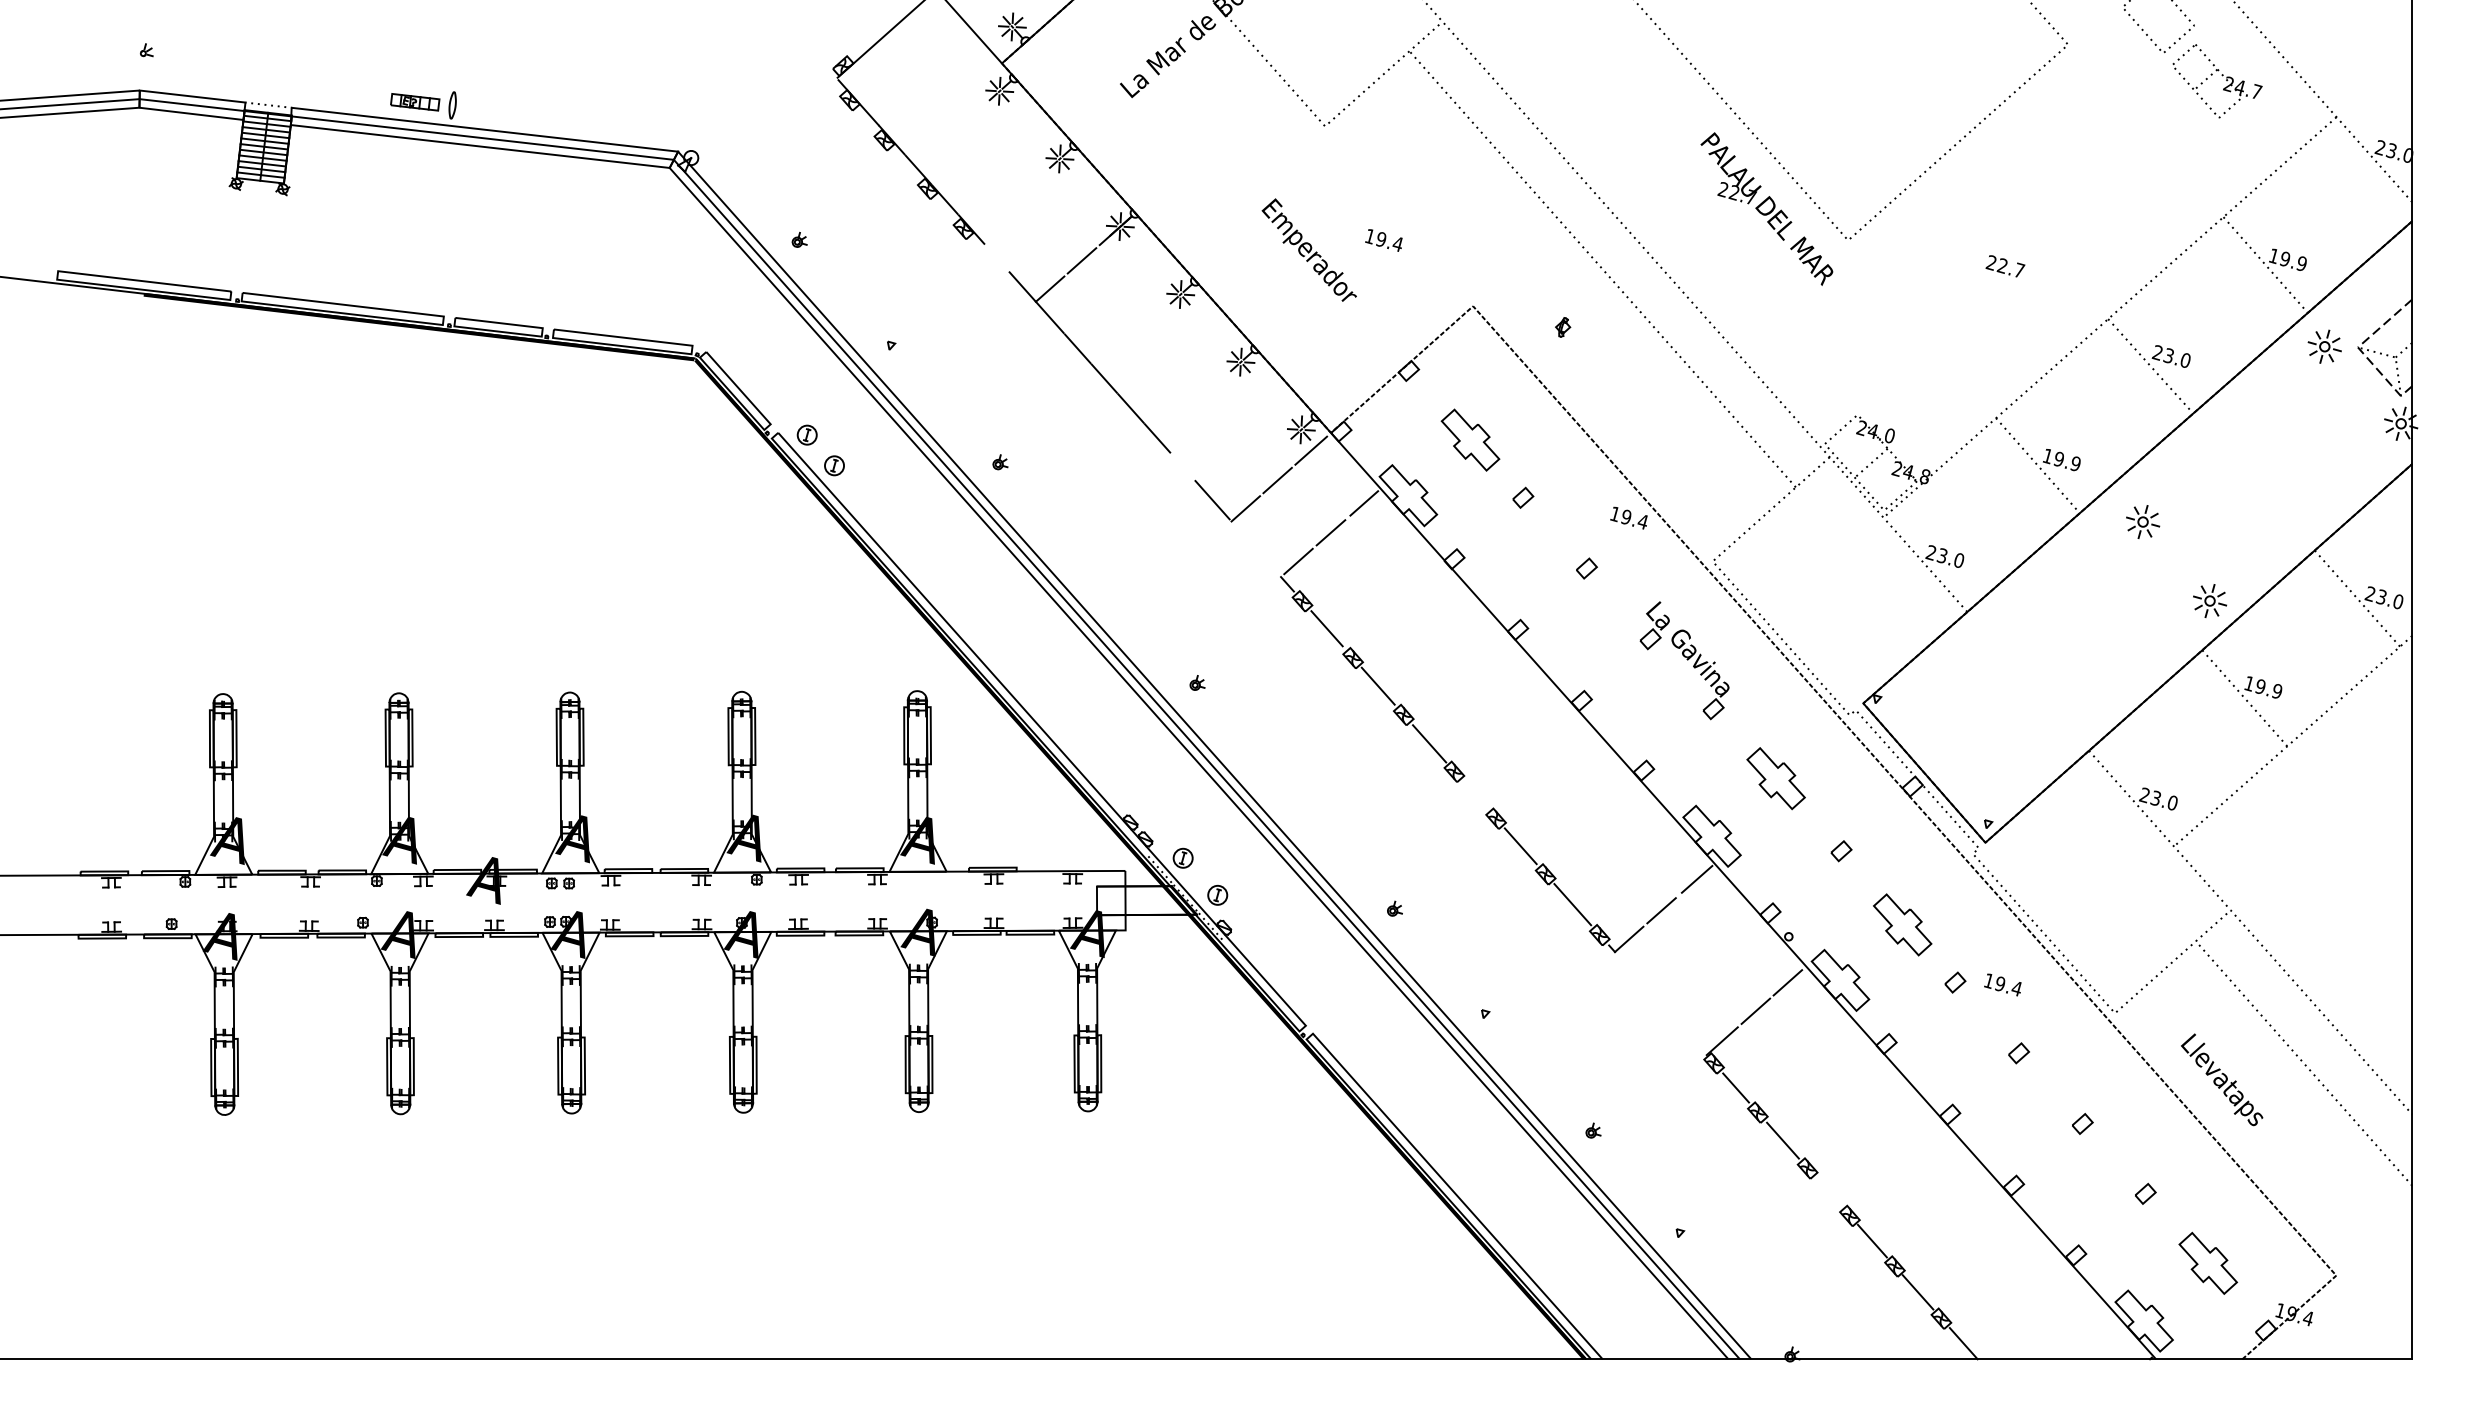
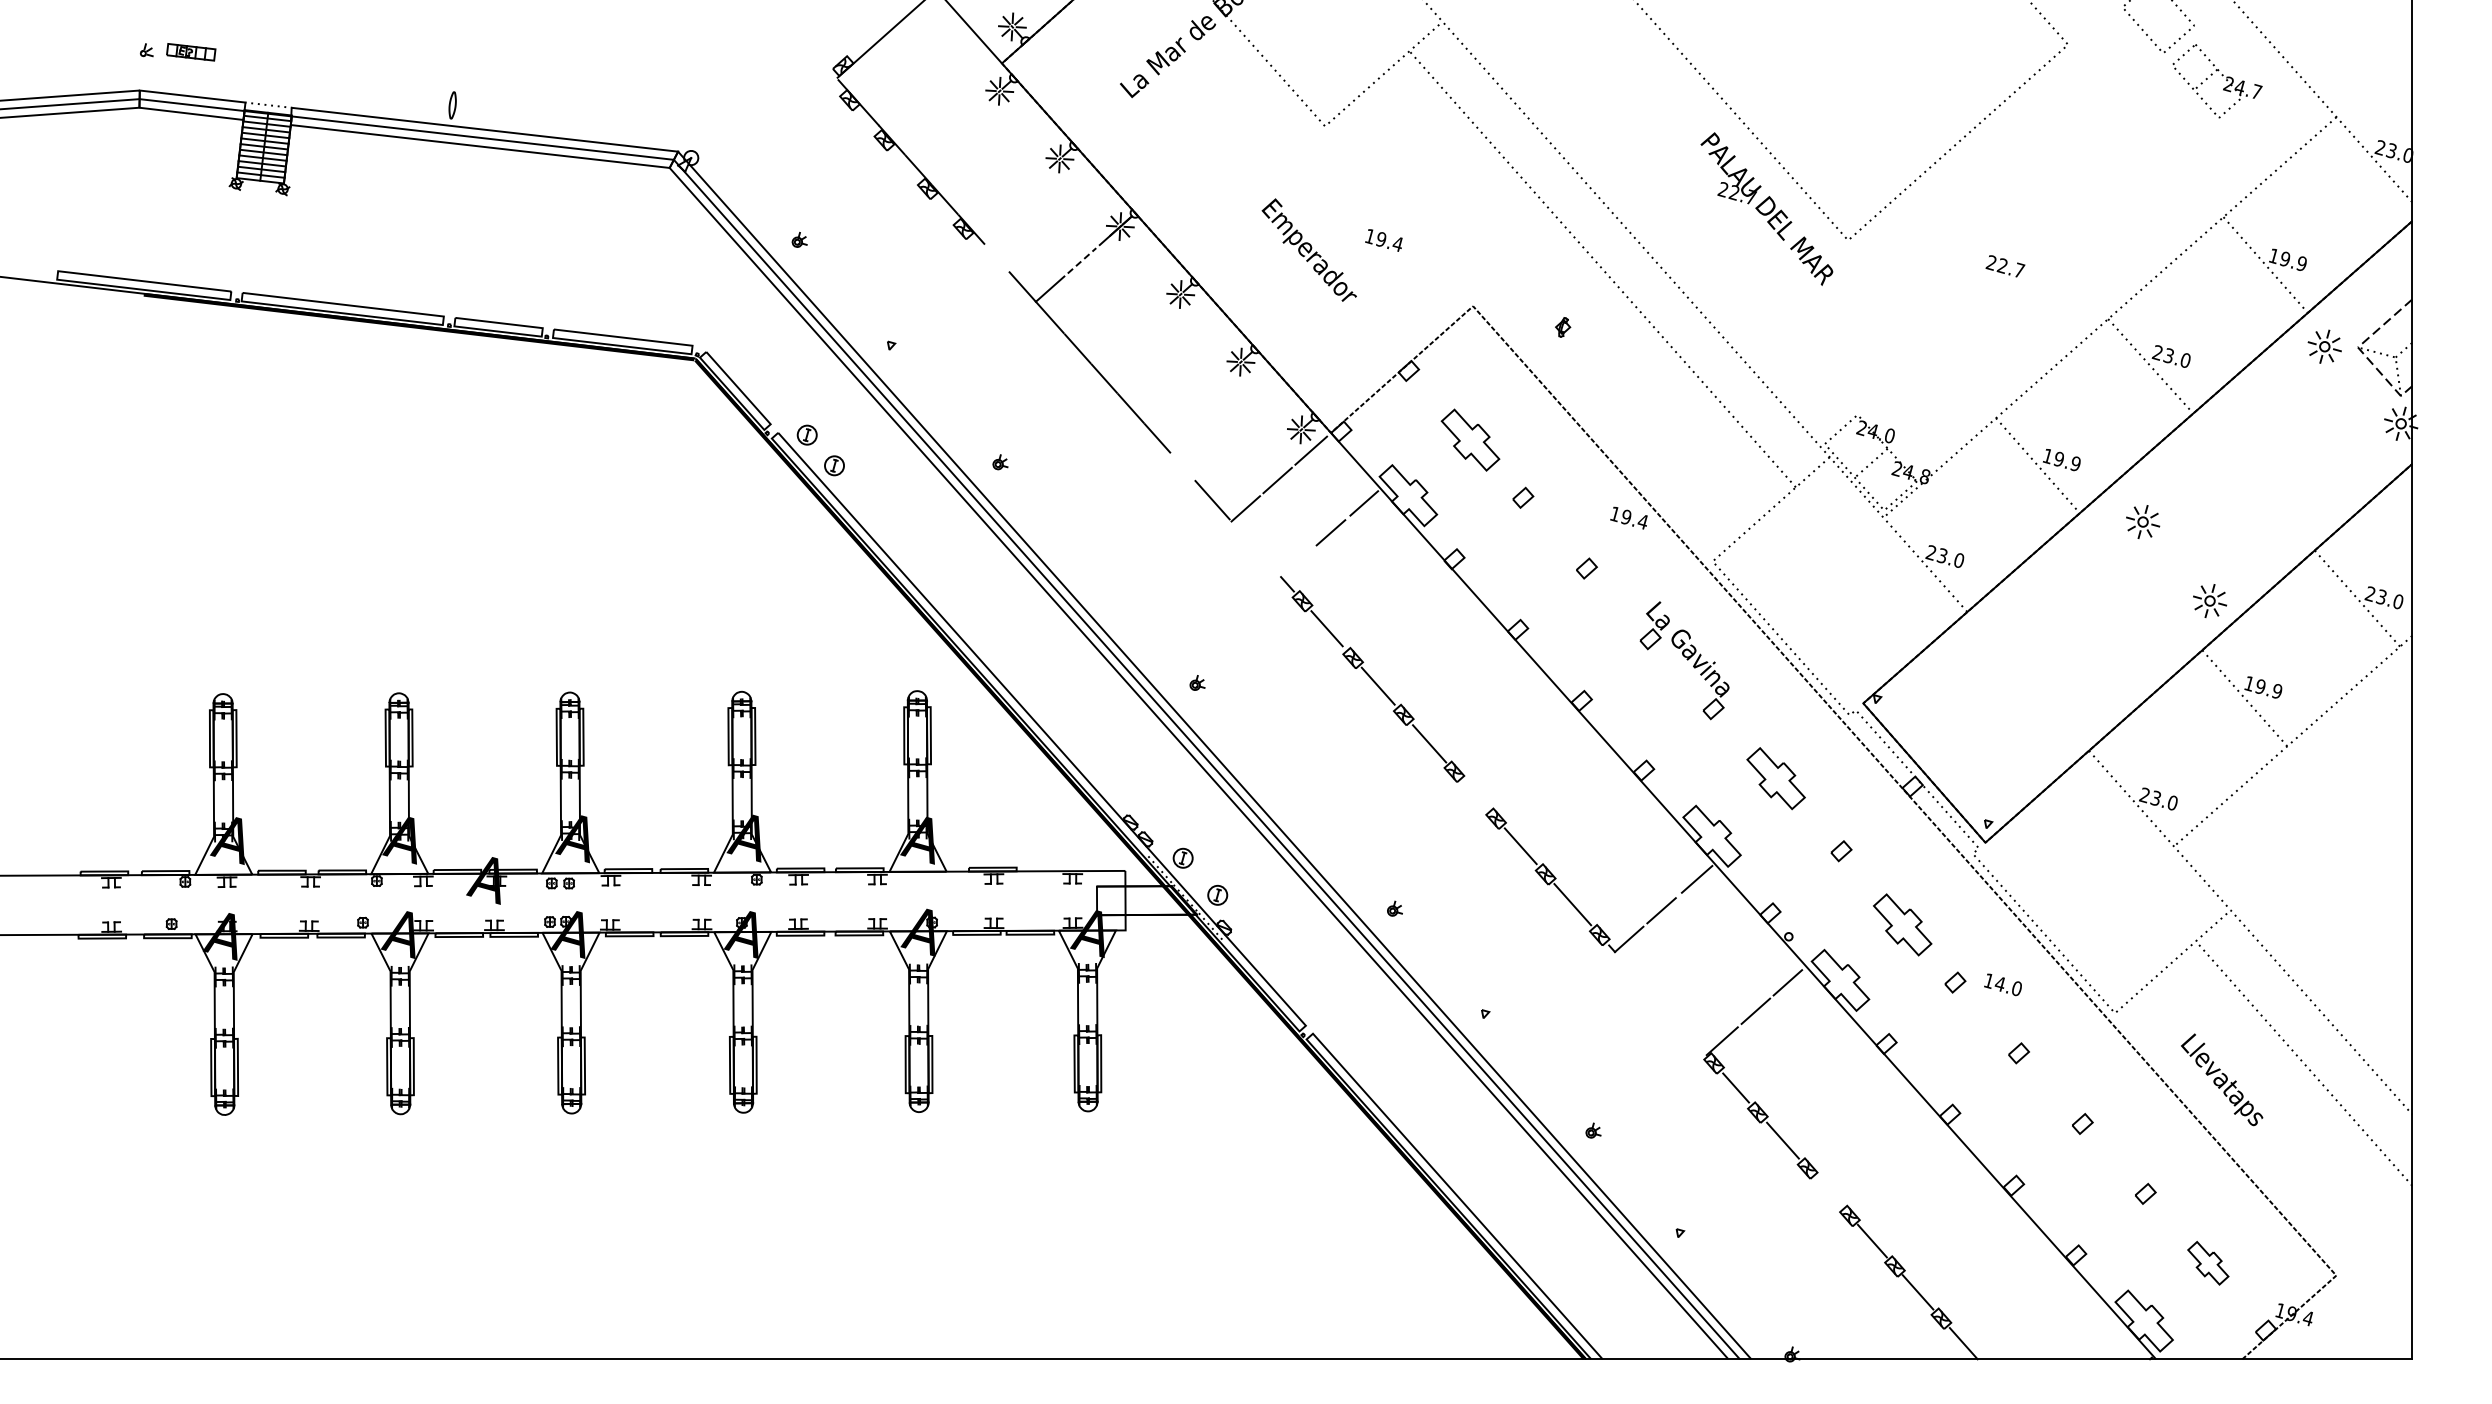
part at (415, 102) position: (415, 102) -> (191, 52)
line at (1082, 260): solid -> dashed
line at (1298, 561): present -> none
text at (2007, 986): 19.4 -> 14.0
part at (2208, 1262) size: 61x64 px -> 43x46 px
